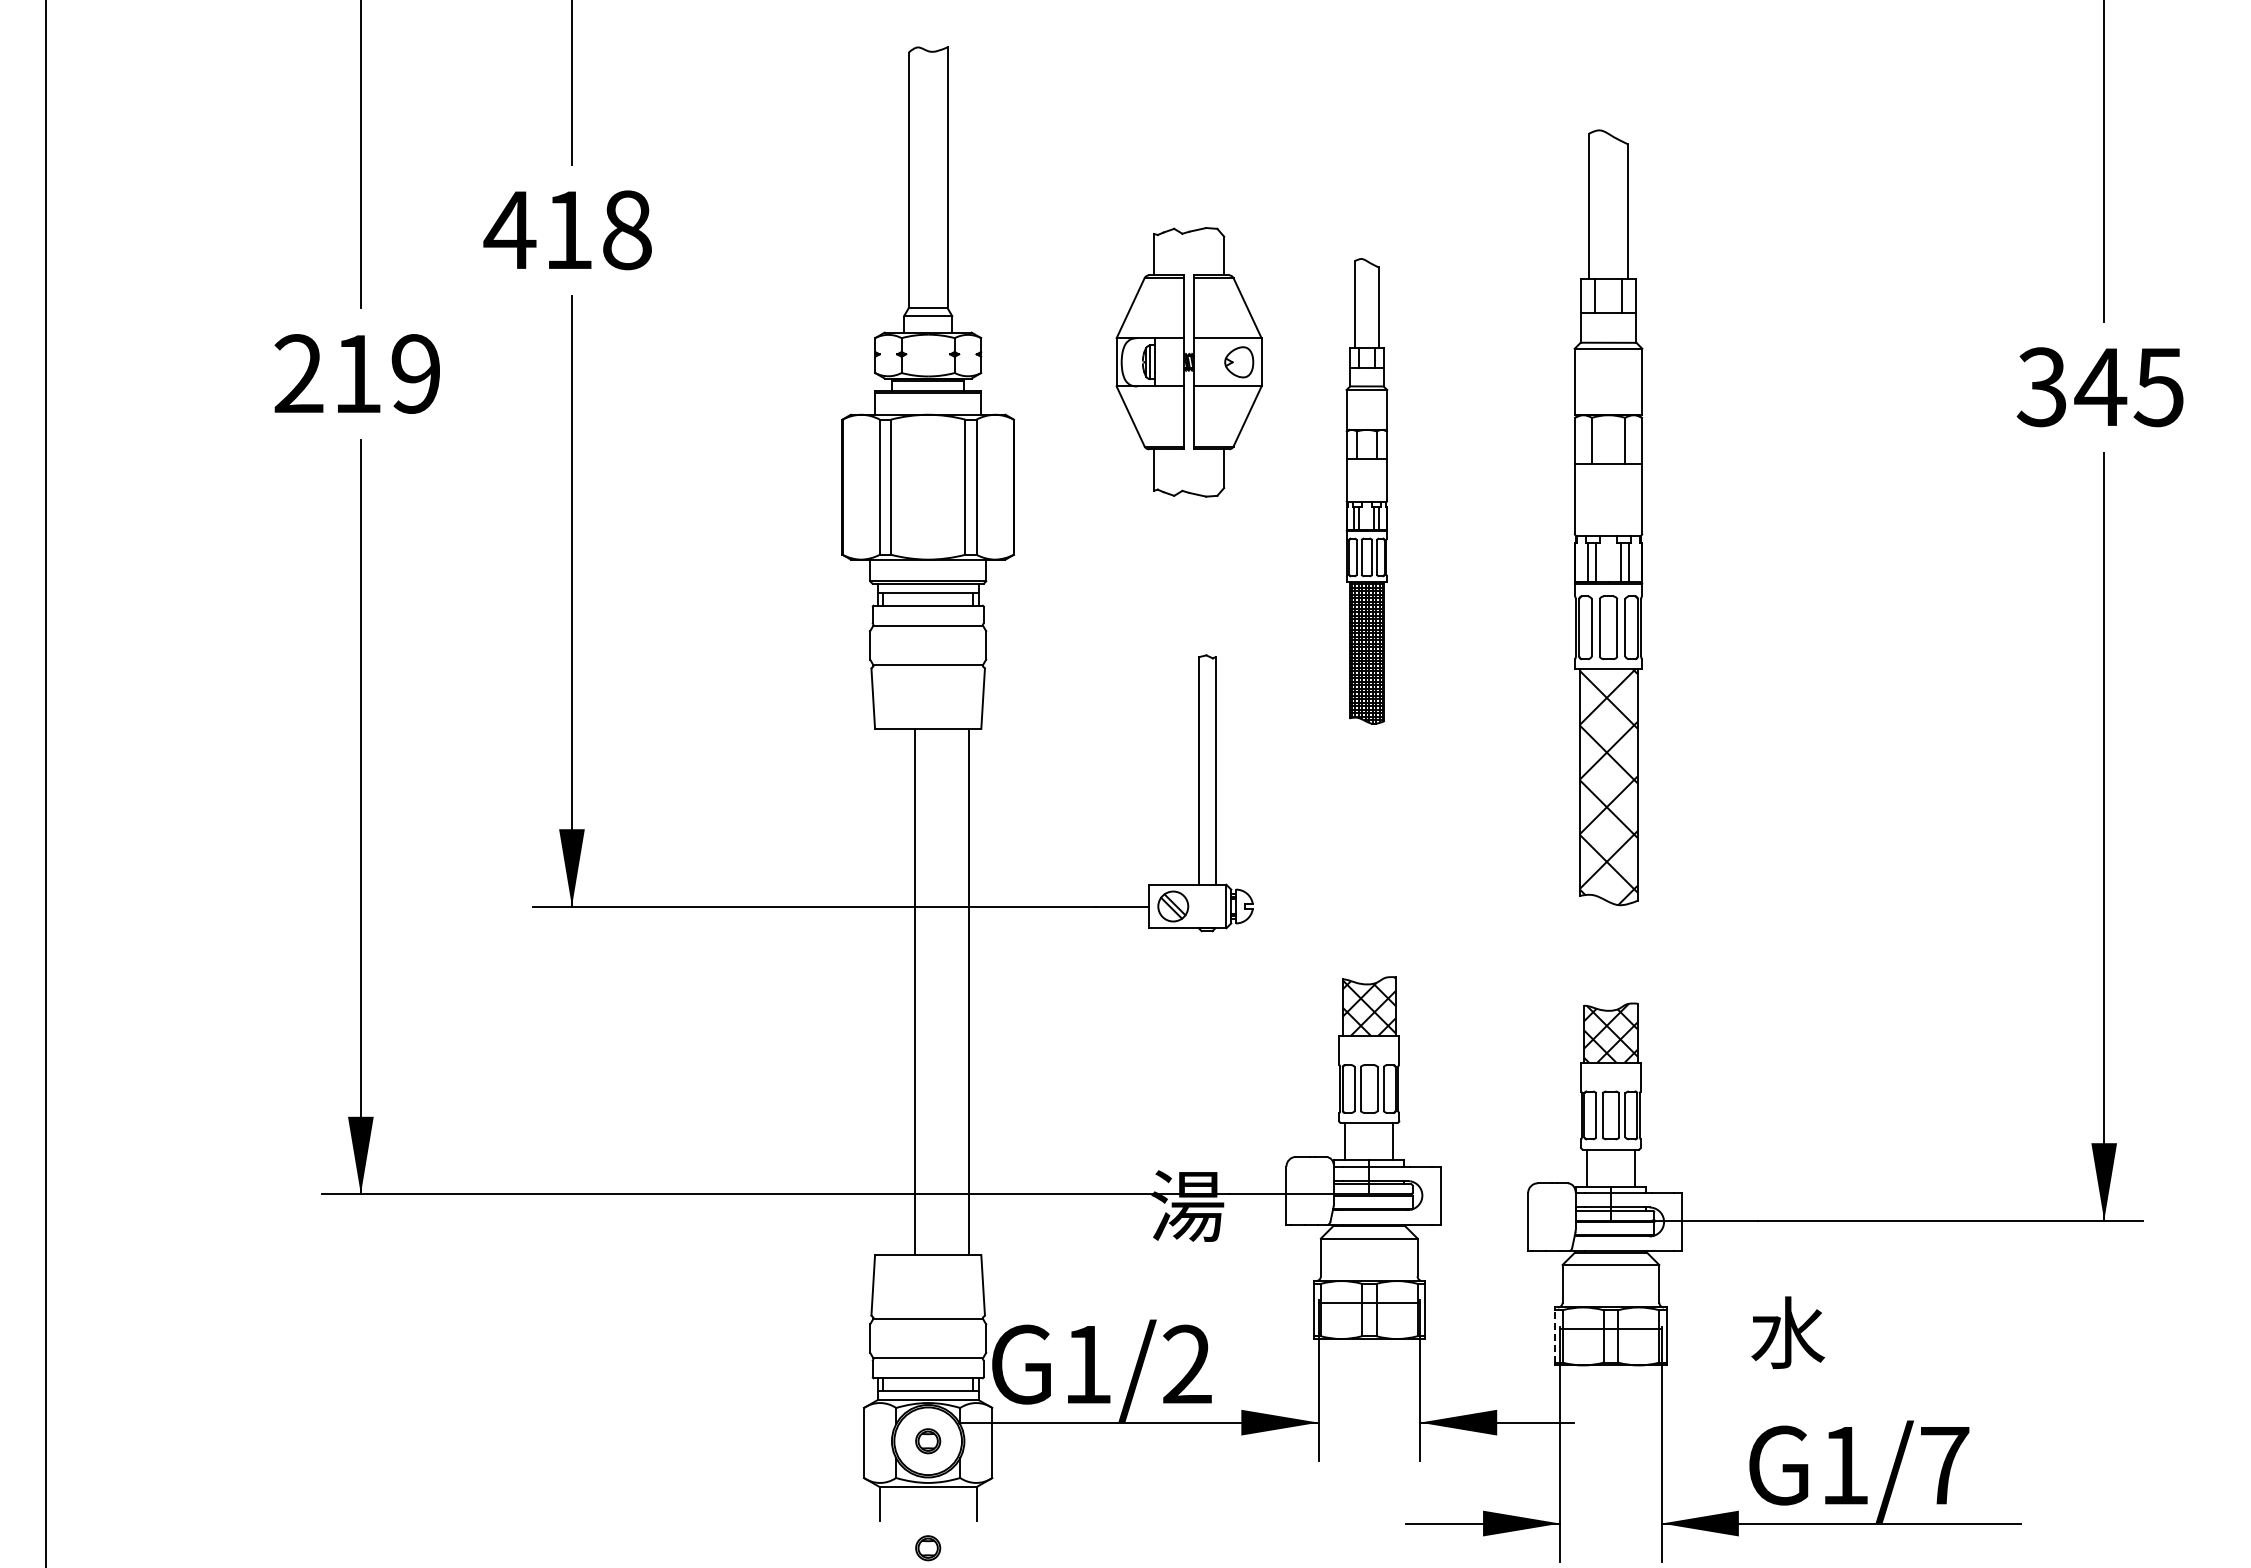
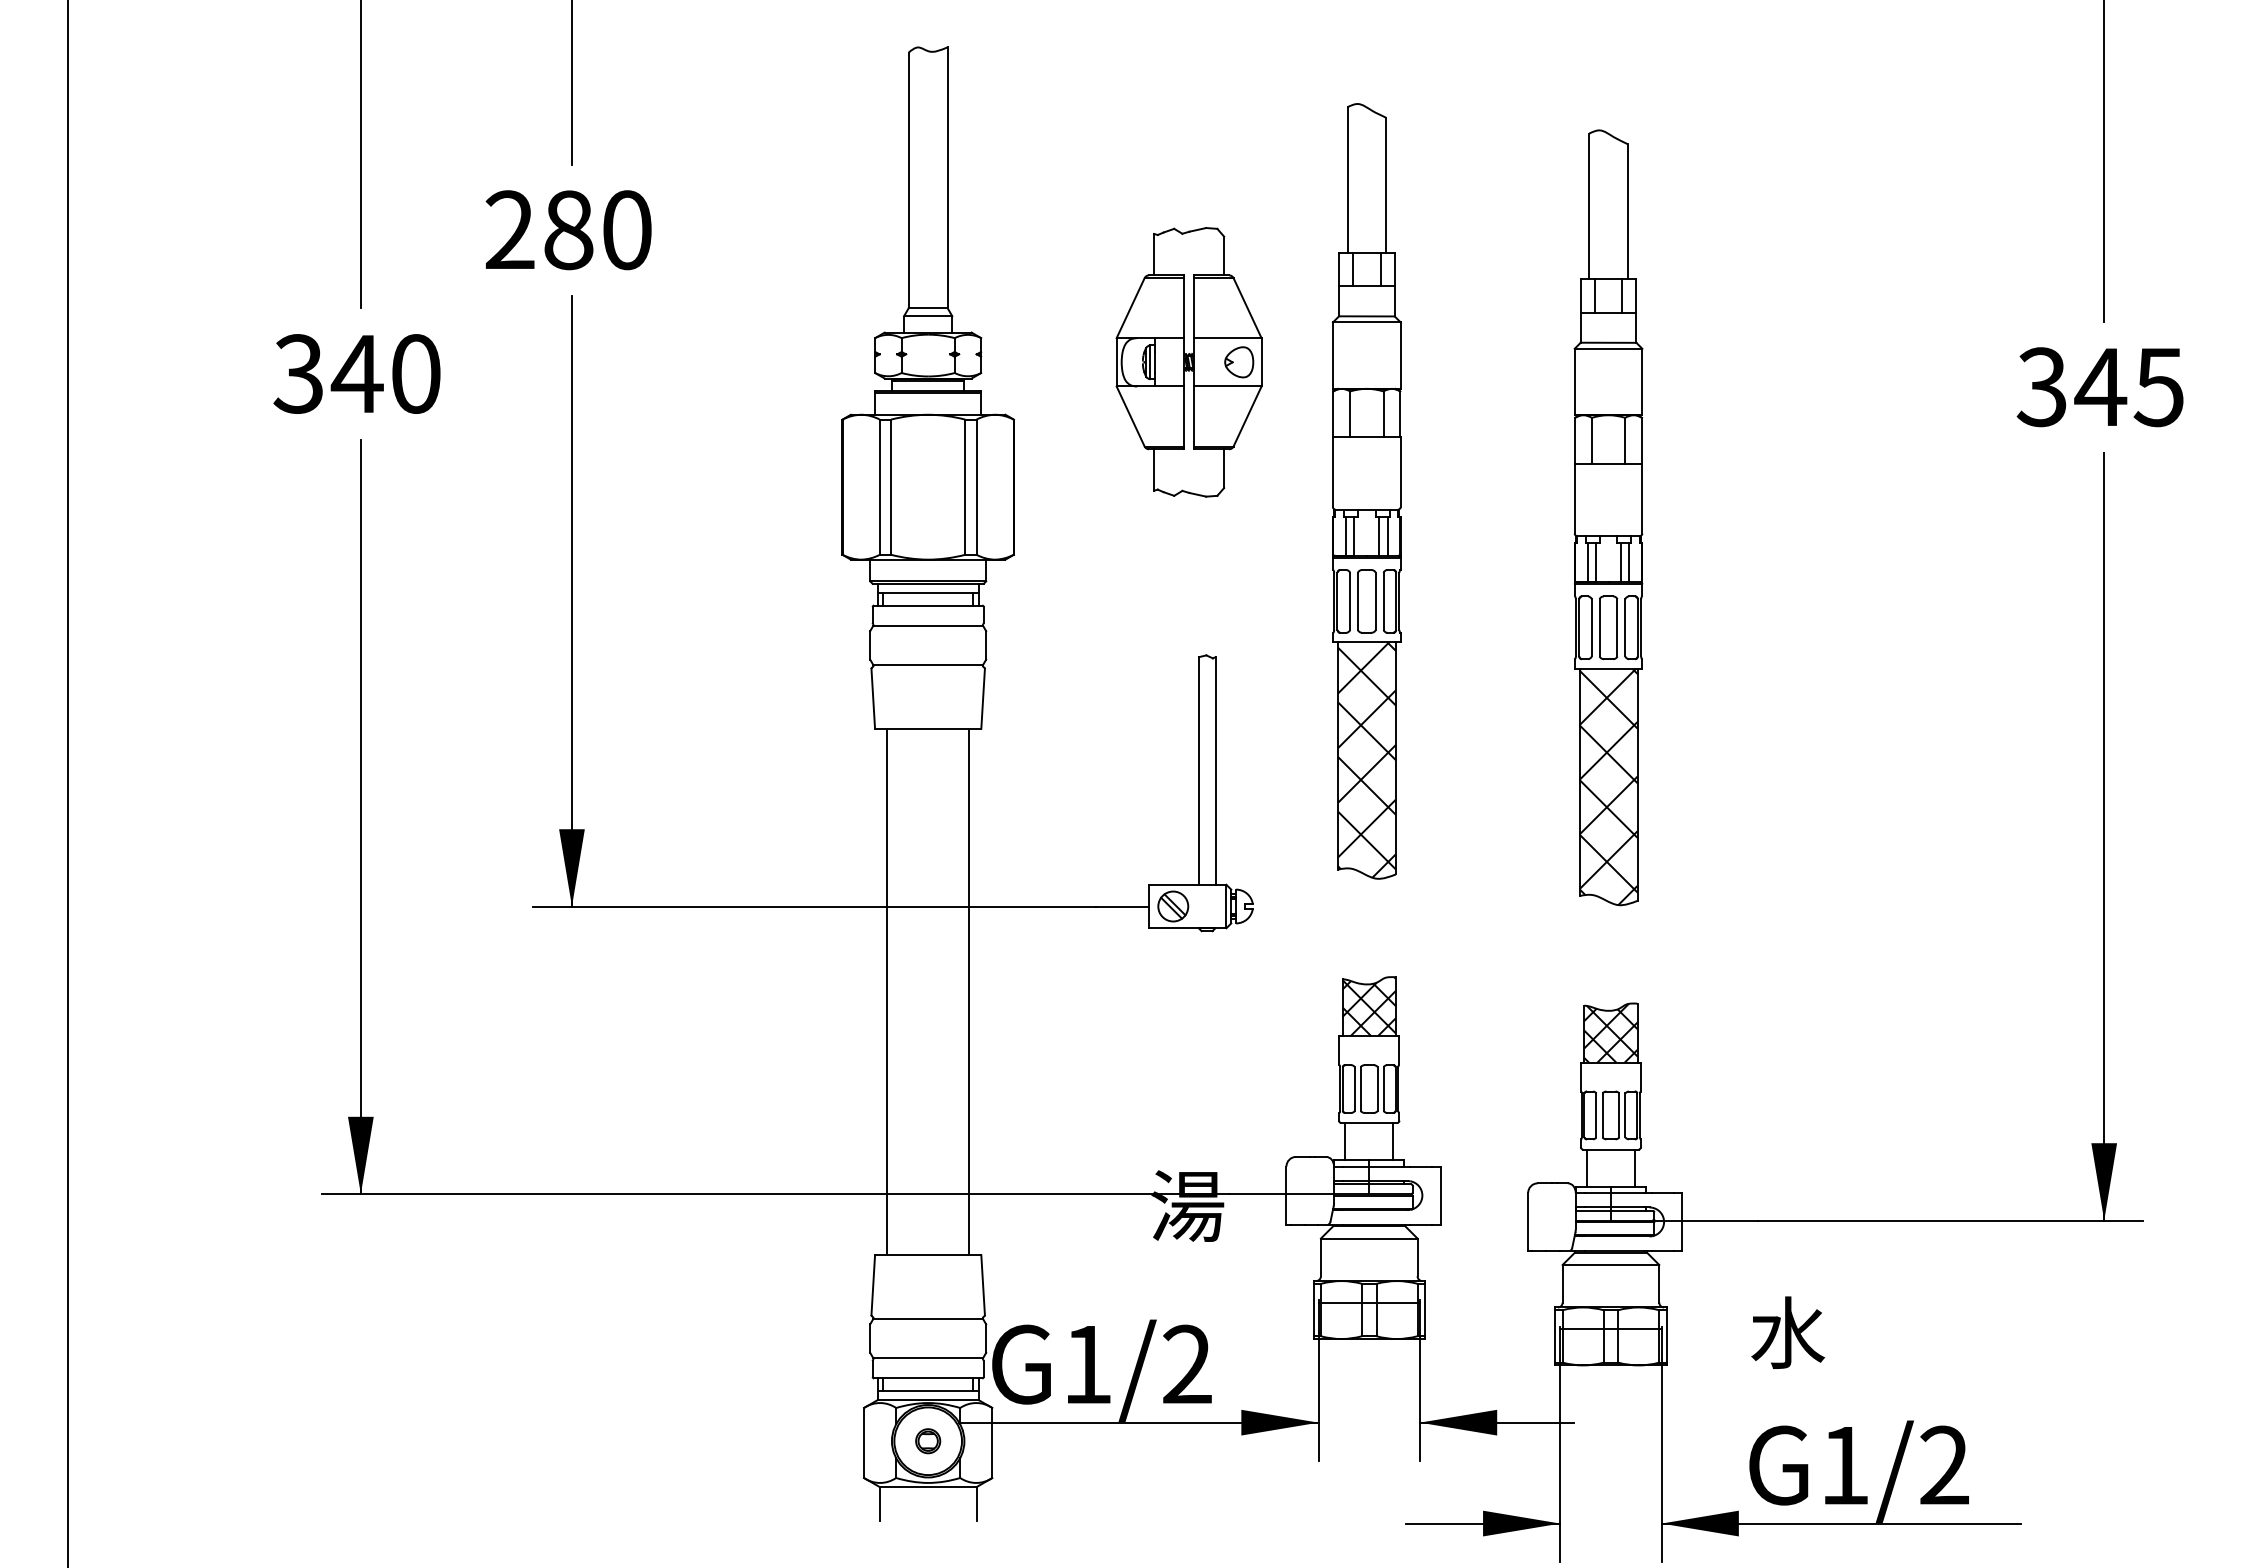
text at (567, 230): 418 -> 280
text at (356, 373): 219 -> 340
part at (1366, 491) size: 44x467 px -> 70x777 px
line at (45, 783) position: (45, 783) -> (67, 783)
line at (915, 991) position: (915, 991) -> (887, 991)
line at (1555, 1335): dashed -> solid
text at (1944, 1464): G1/7 -> G1/2
part at (928, 1548): present -> none
